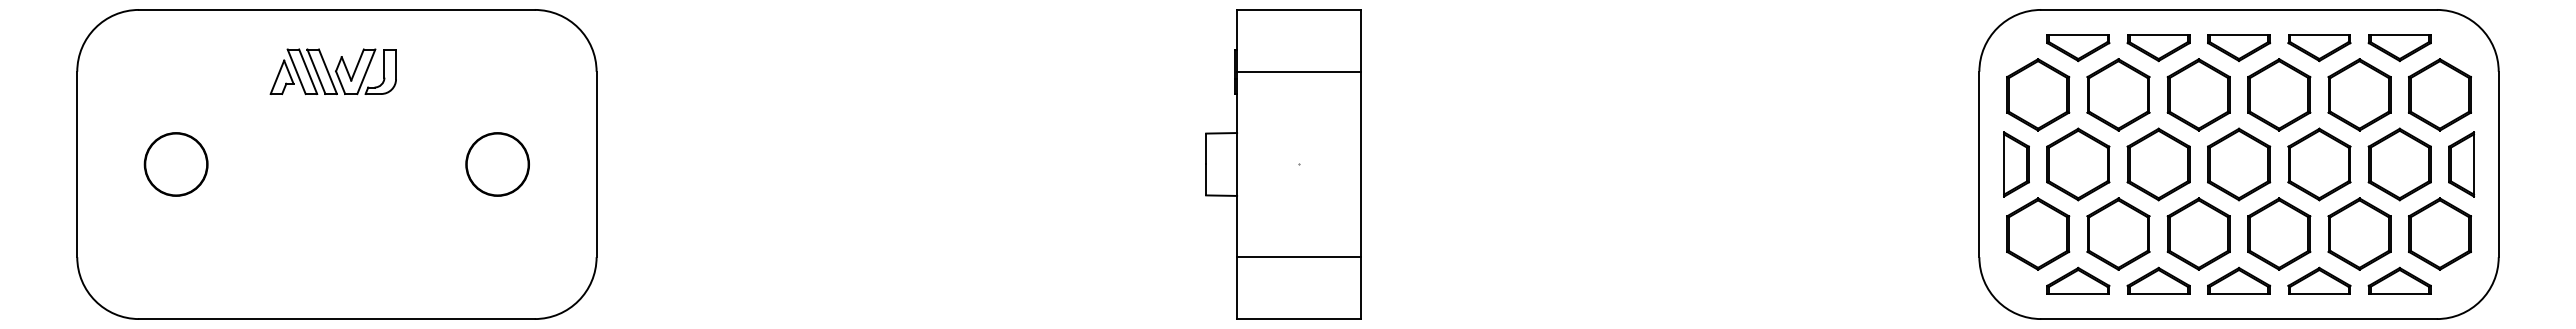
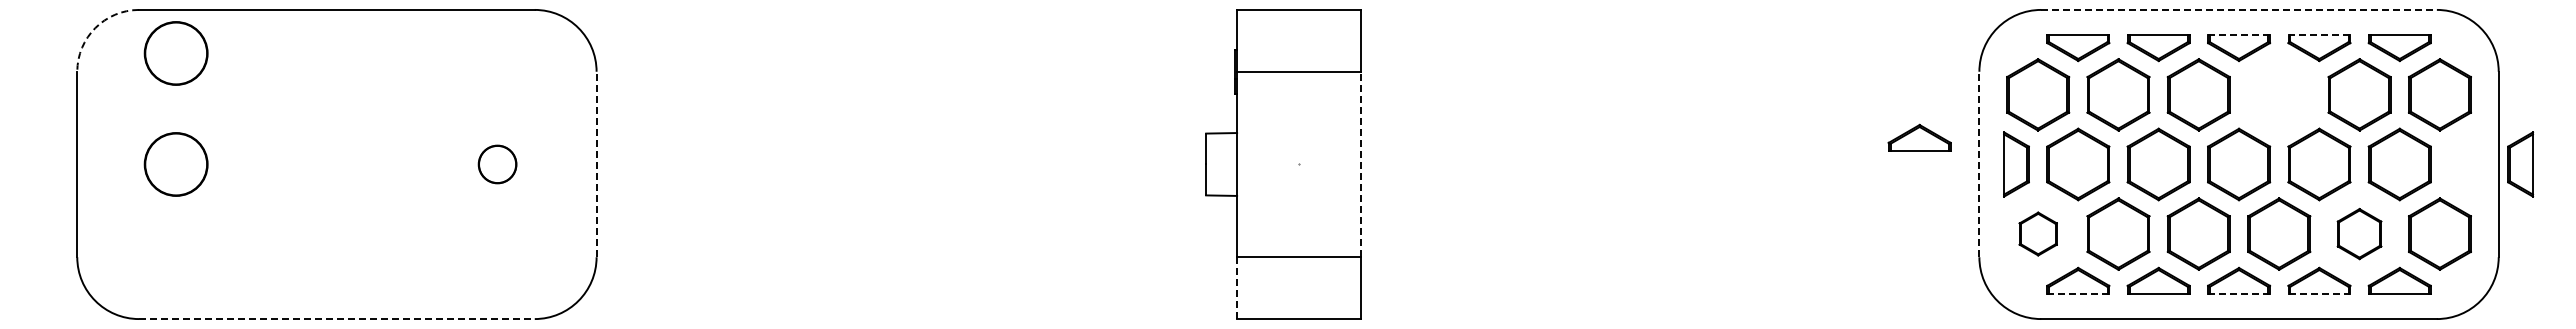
line at (2239, 9): solid -> dashed
arc at (95, 28): solid -> dashed
line at (2239, 34): solid -> dashed
line at (2319, 34): solid -> dashed
part at (175, 53): none -> present
part at (332, 71): present -> none
part at (2279, 94): present -> none
part at (1919, 137): none -> present
circle at (497, 164) size: 65x65 px -> 41x41 px
line at (596, 164): solid -> dashed
line at (1360, 164): solid -> dashed
line at (1979, 164): solid -> dashed
part at (2461, 164) position: (2461, 164) -> (2520, 164)
part at (2038, 233) size: 65x74 px -> 40x46 px
part at (2359, 233) size: 65x74 px -> 47x54 px
line at (1237, 288): solid -> dashed
line at (2078, 294): solid -> dashed
line at (2239, 294): solid -> dashed
line at (2319, 294): solid -> dashed
line at (336, 319): solid -> dashed
